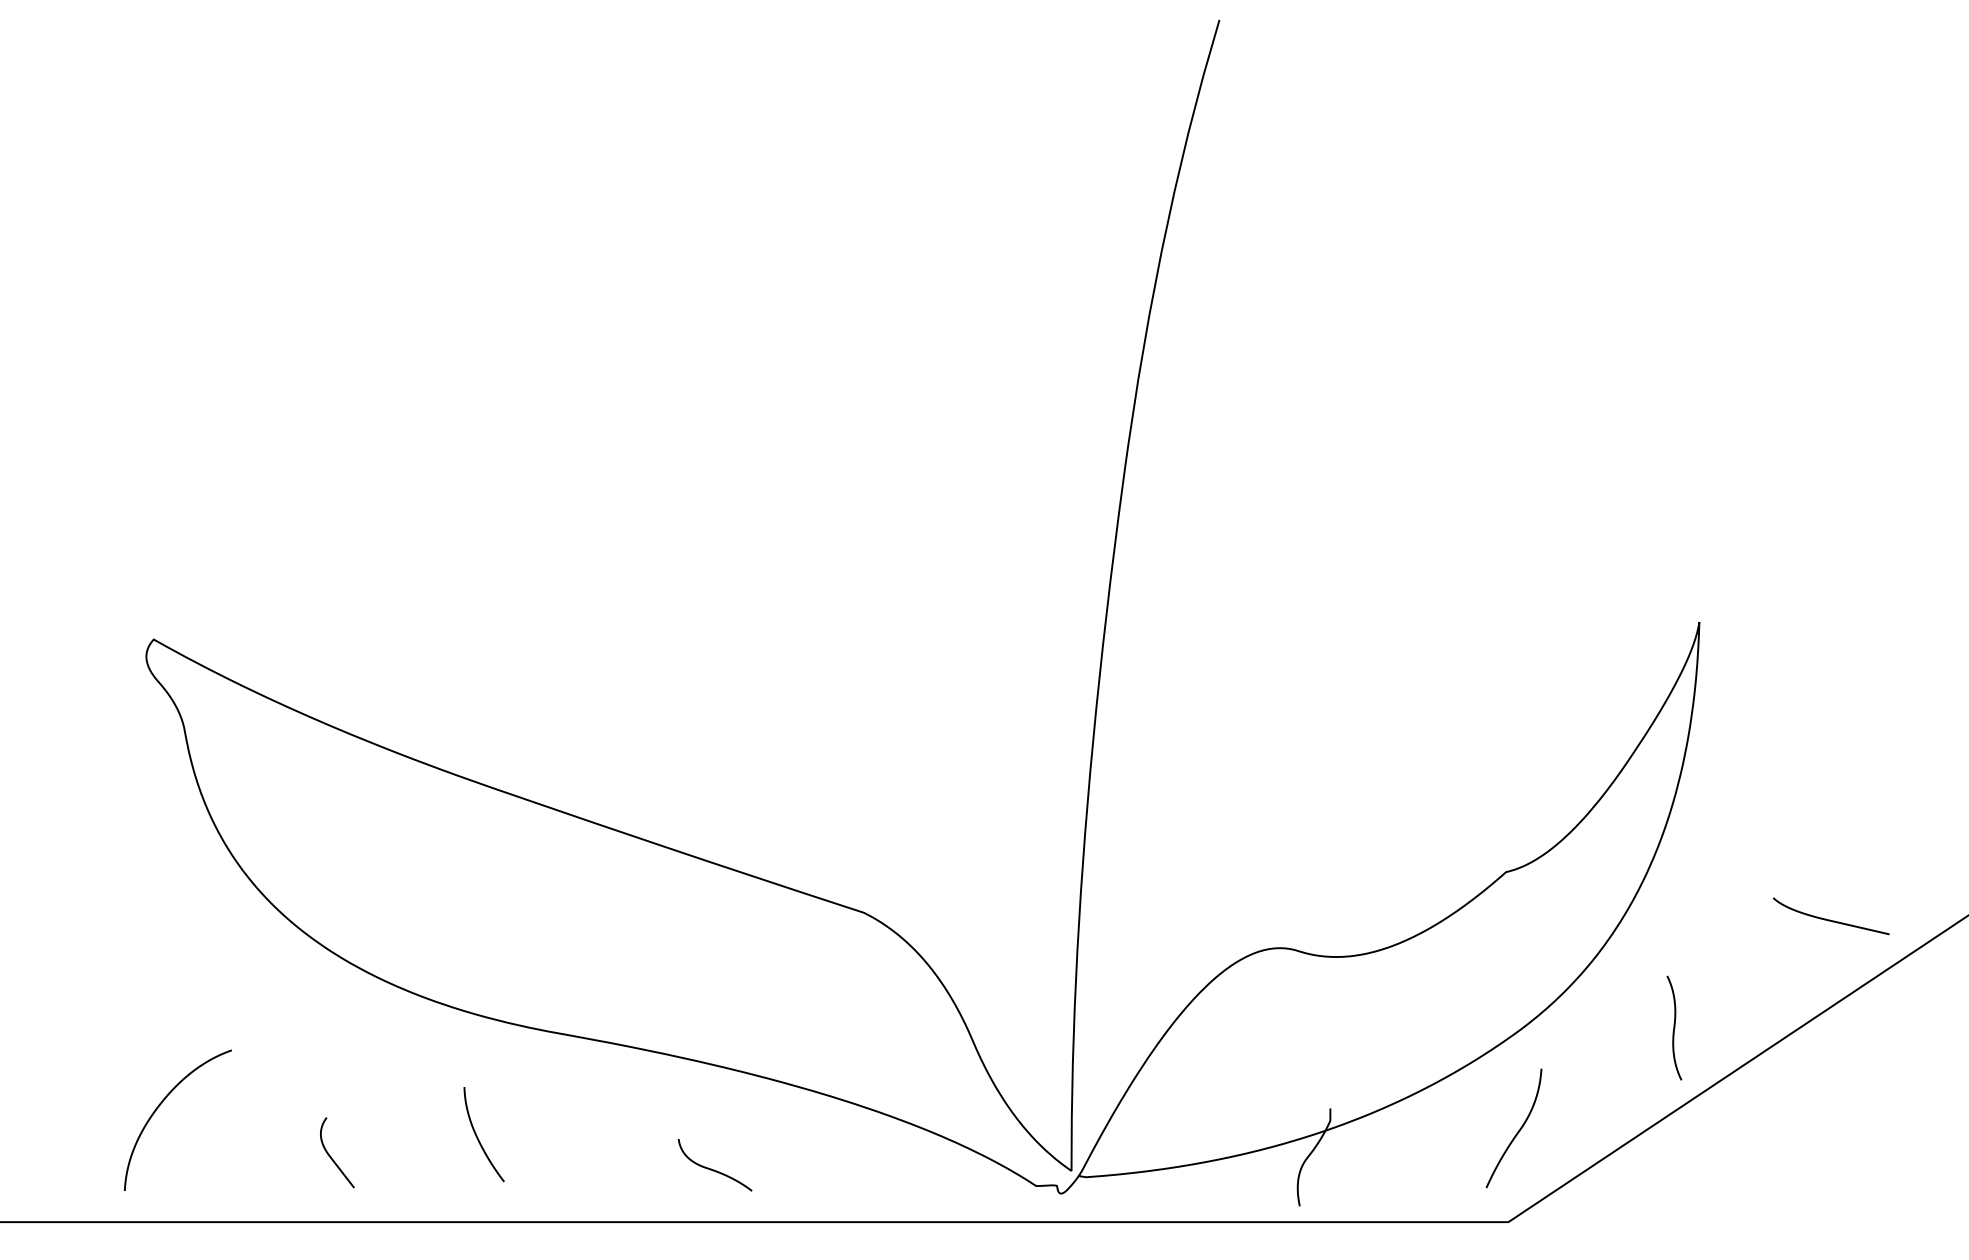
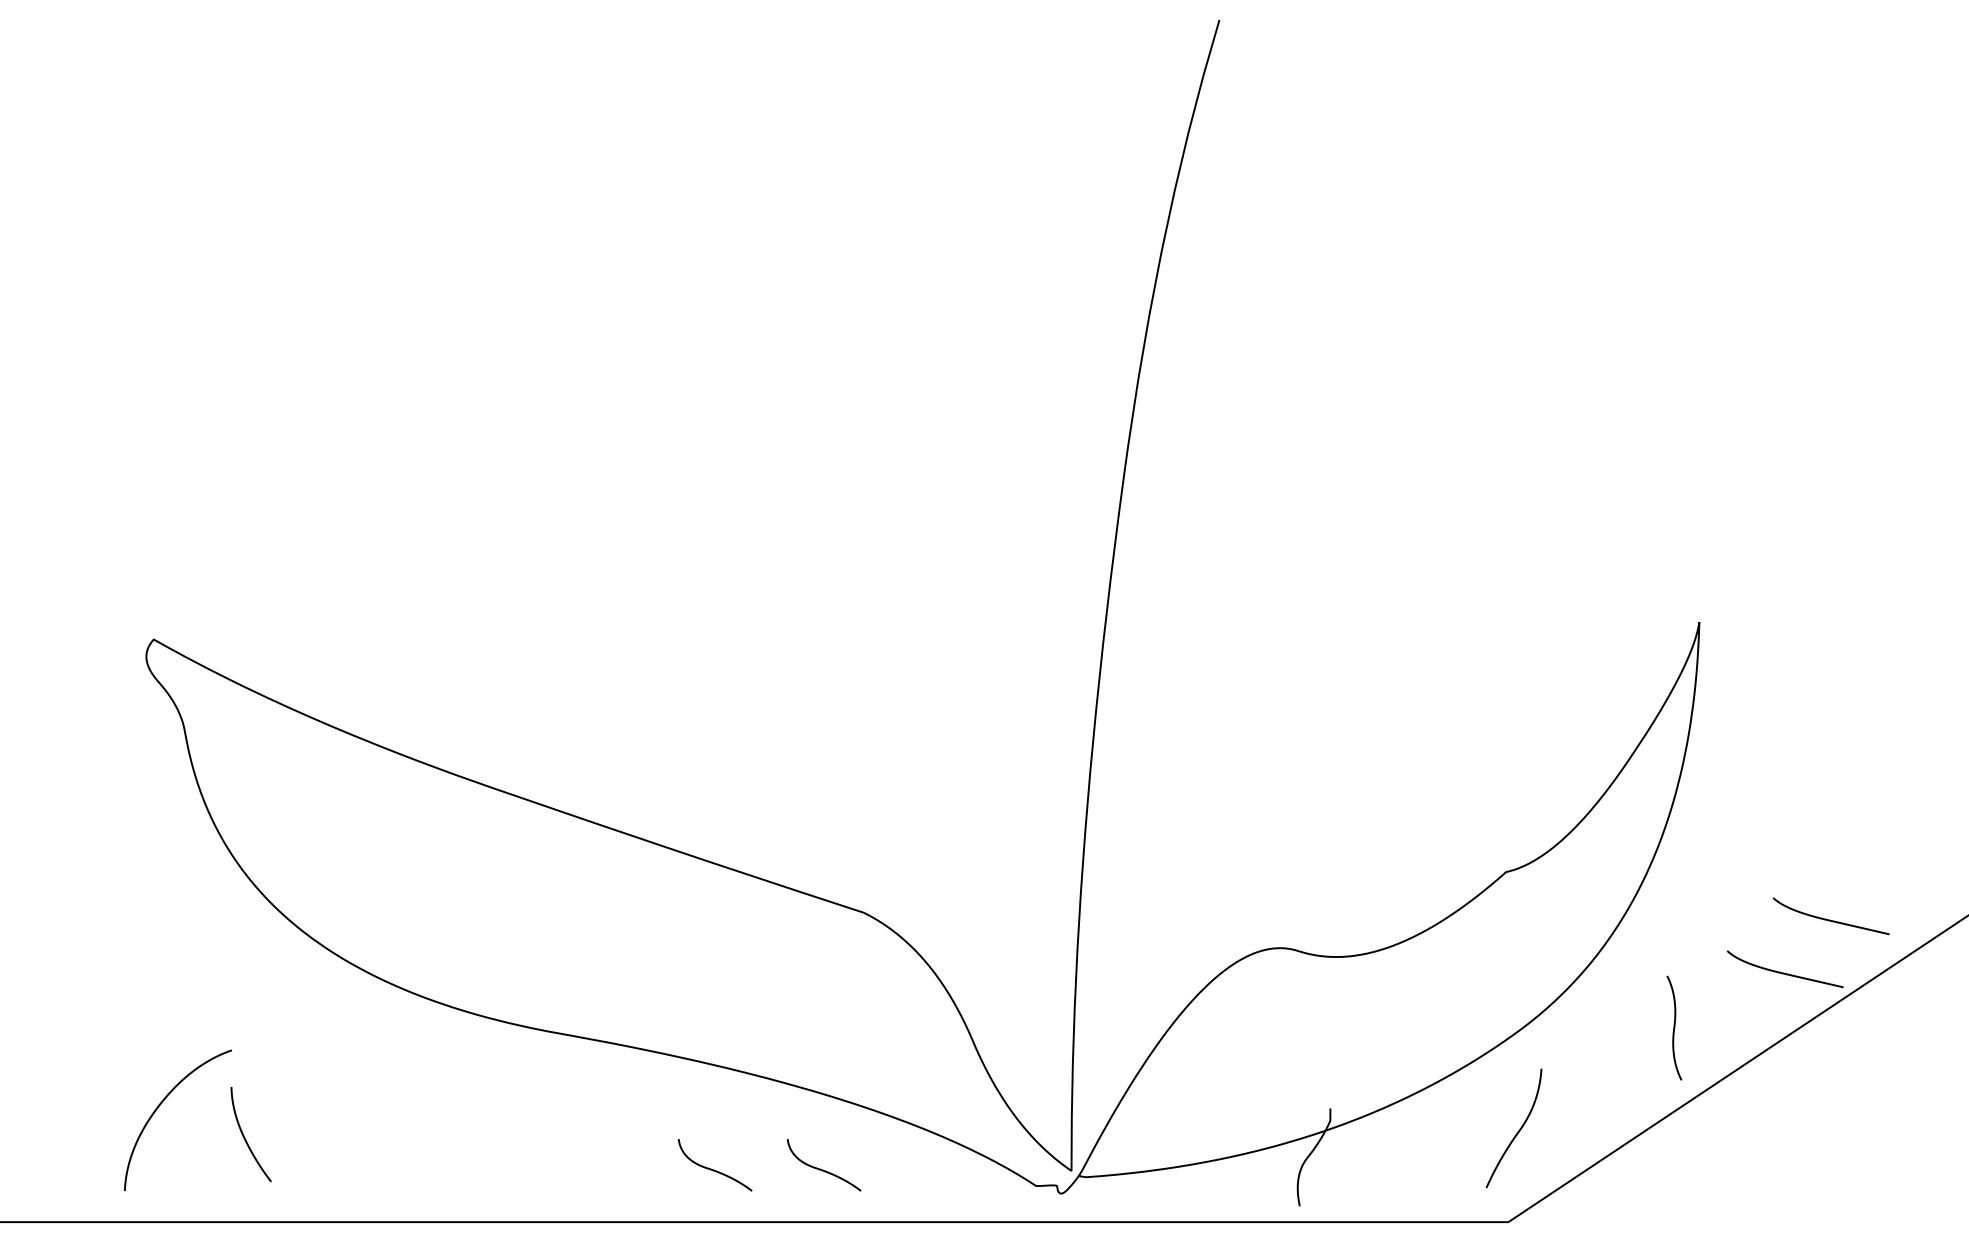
curve at (1784, 972): none -> present
curve at (478, 1137) position: (478, 1137) -> (245, 1137)
curve at (331, 1156): present -> none
curve at (823, 1169): none -> present
